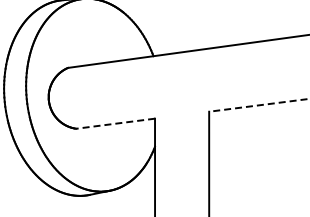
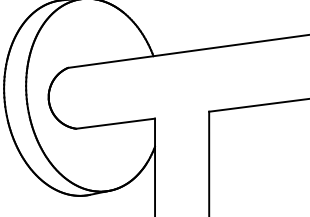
line at (258, 105): dashed -> solid
line at (115, 123): dashed -> solid
